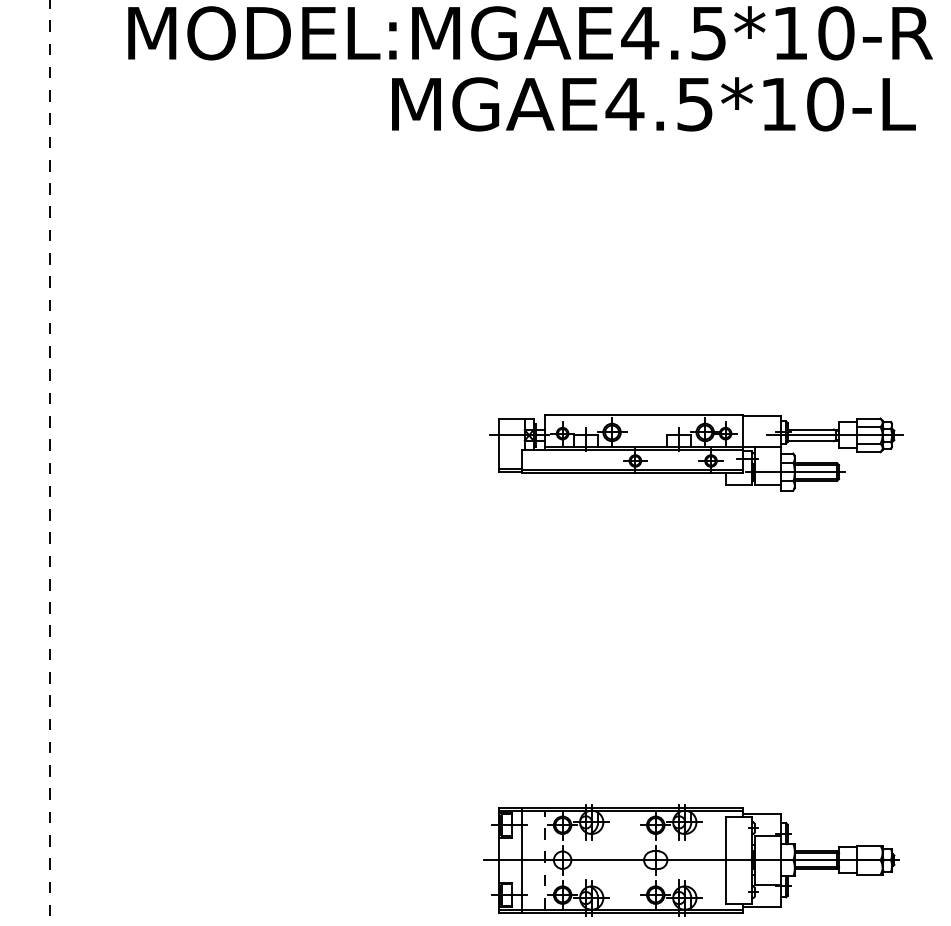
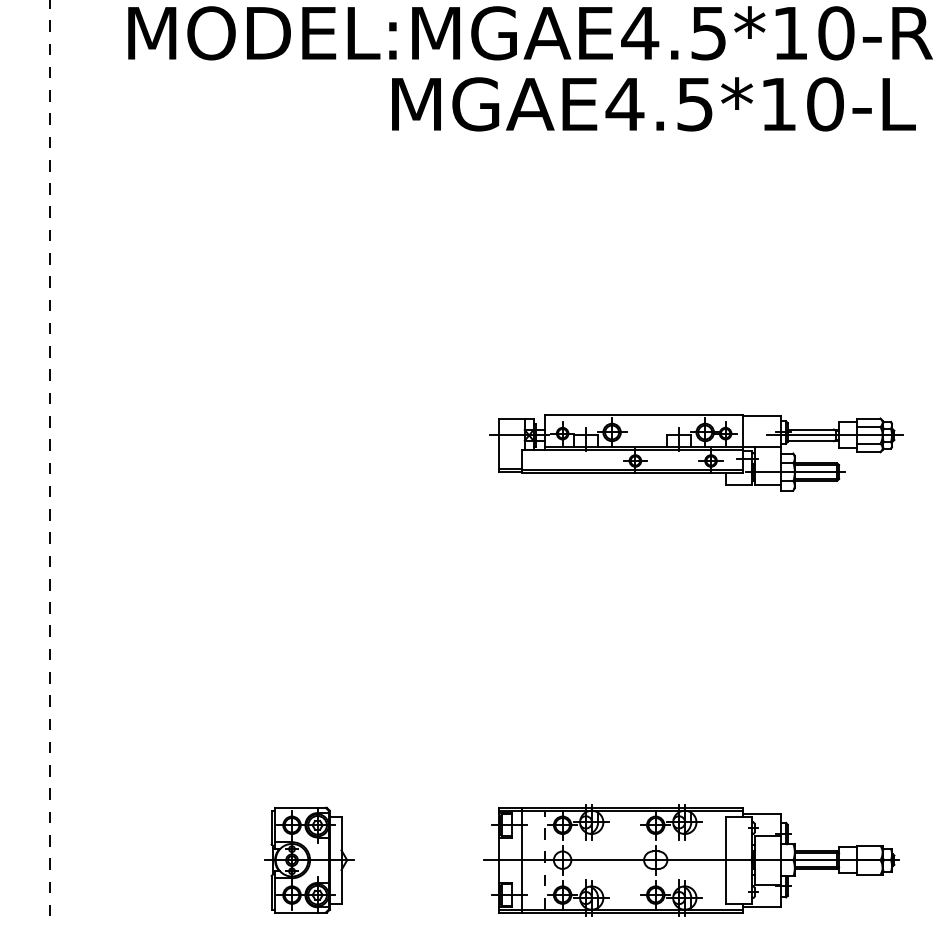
part at (309, 859): none -> present
